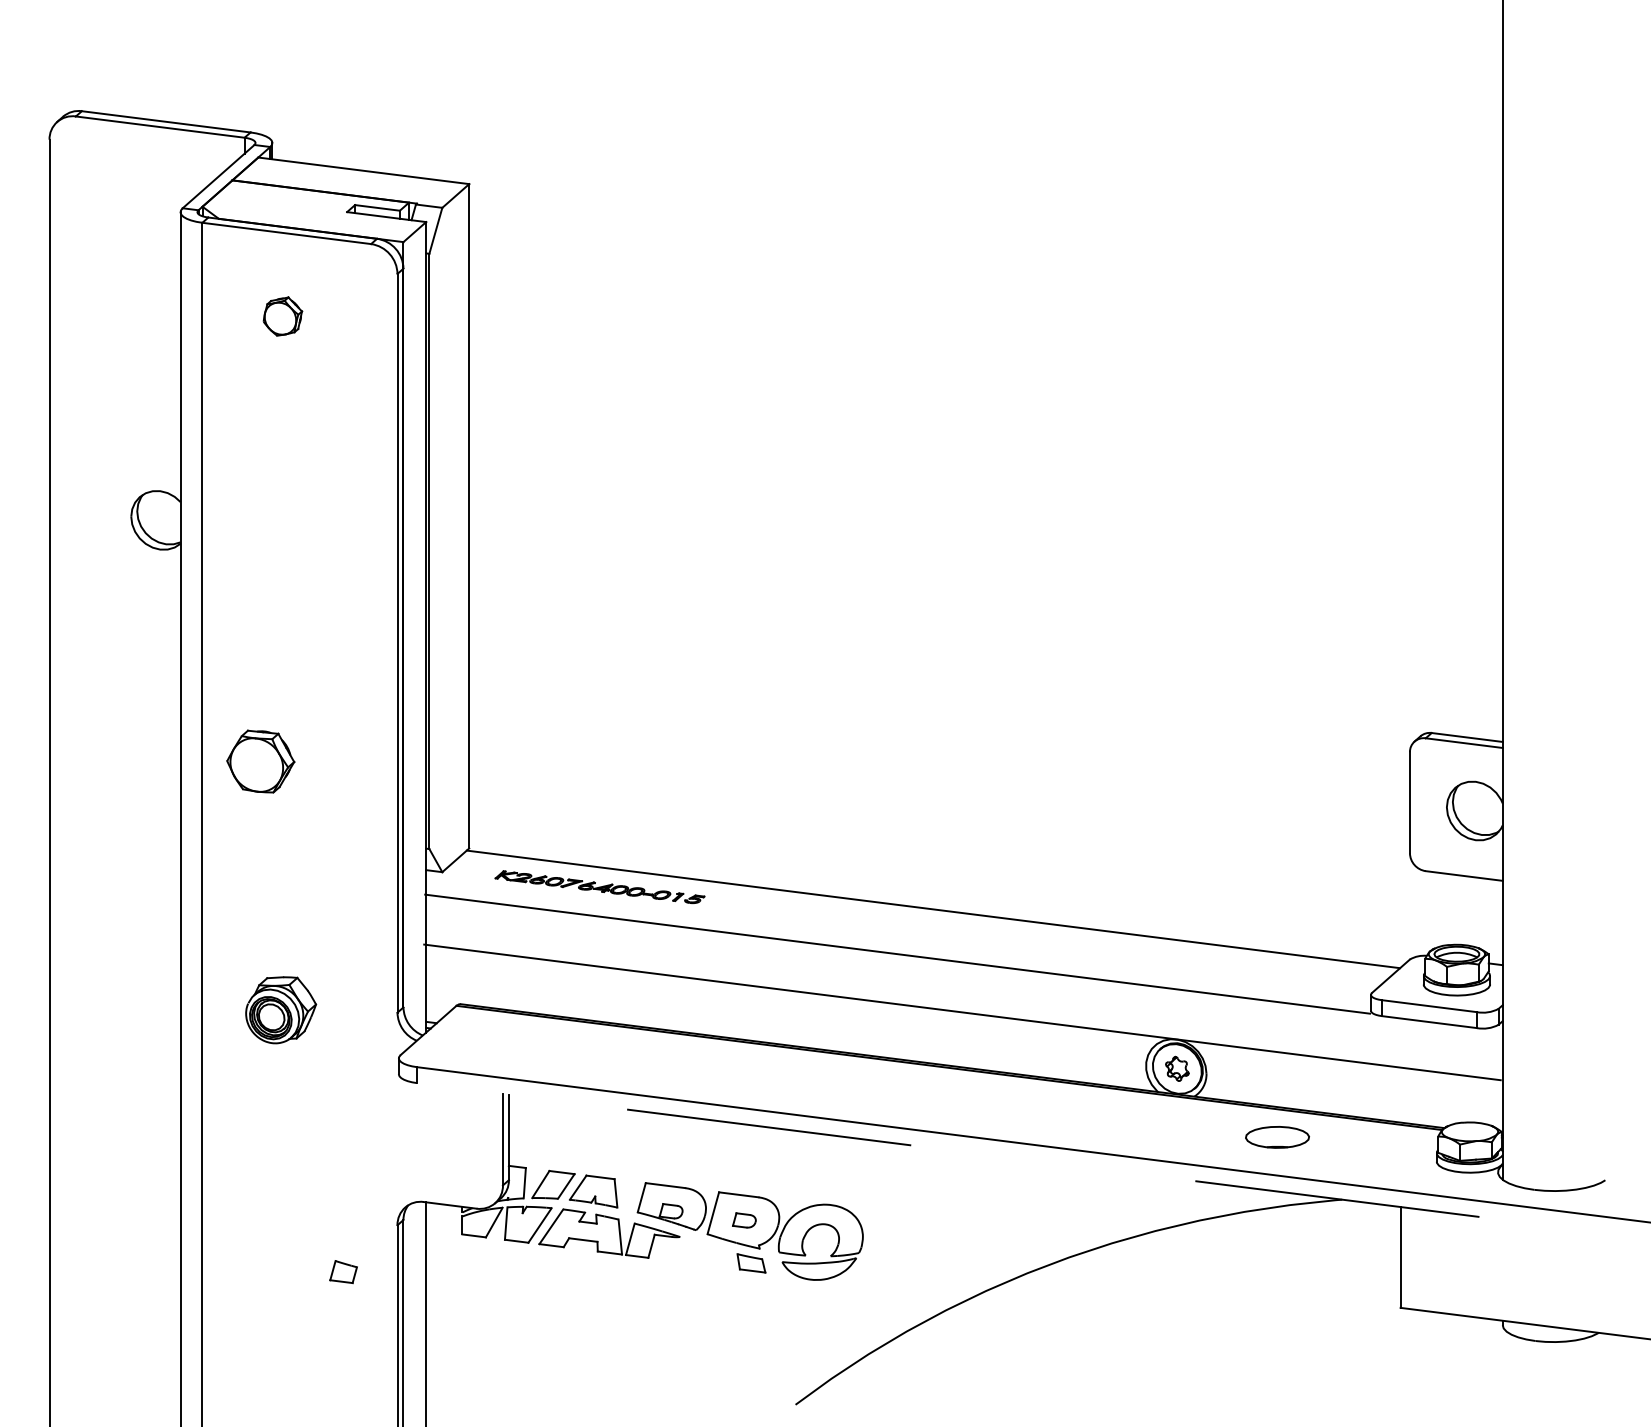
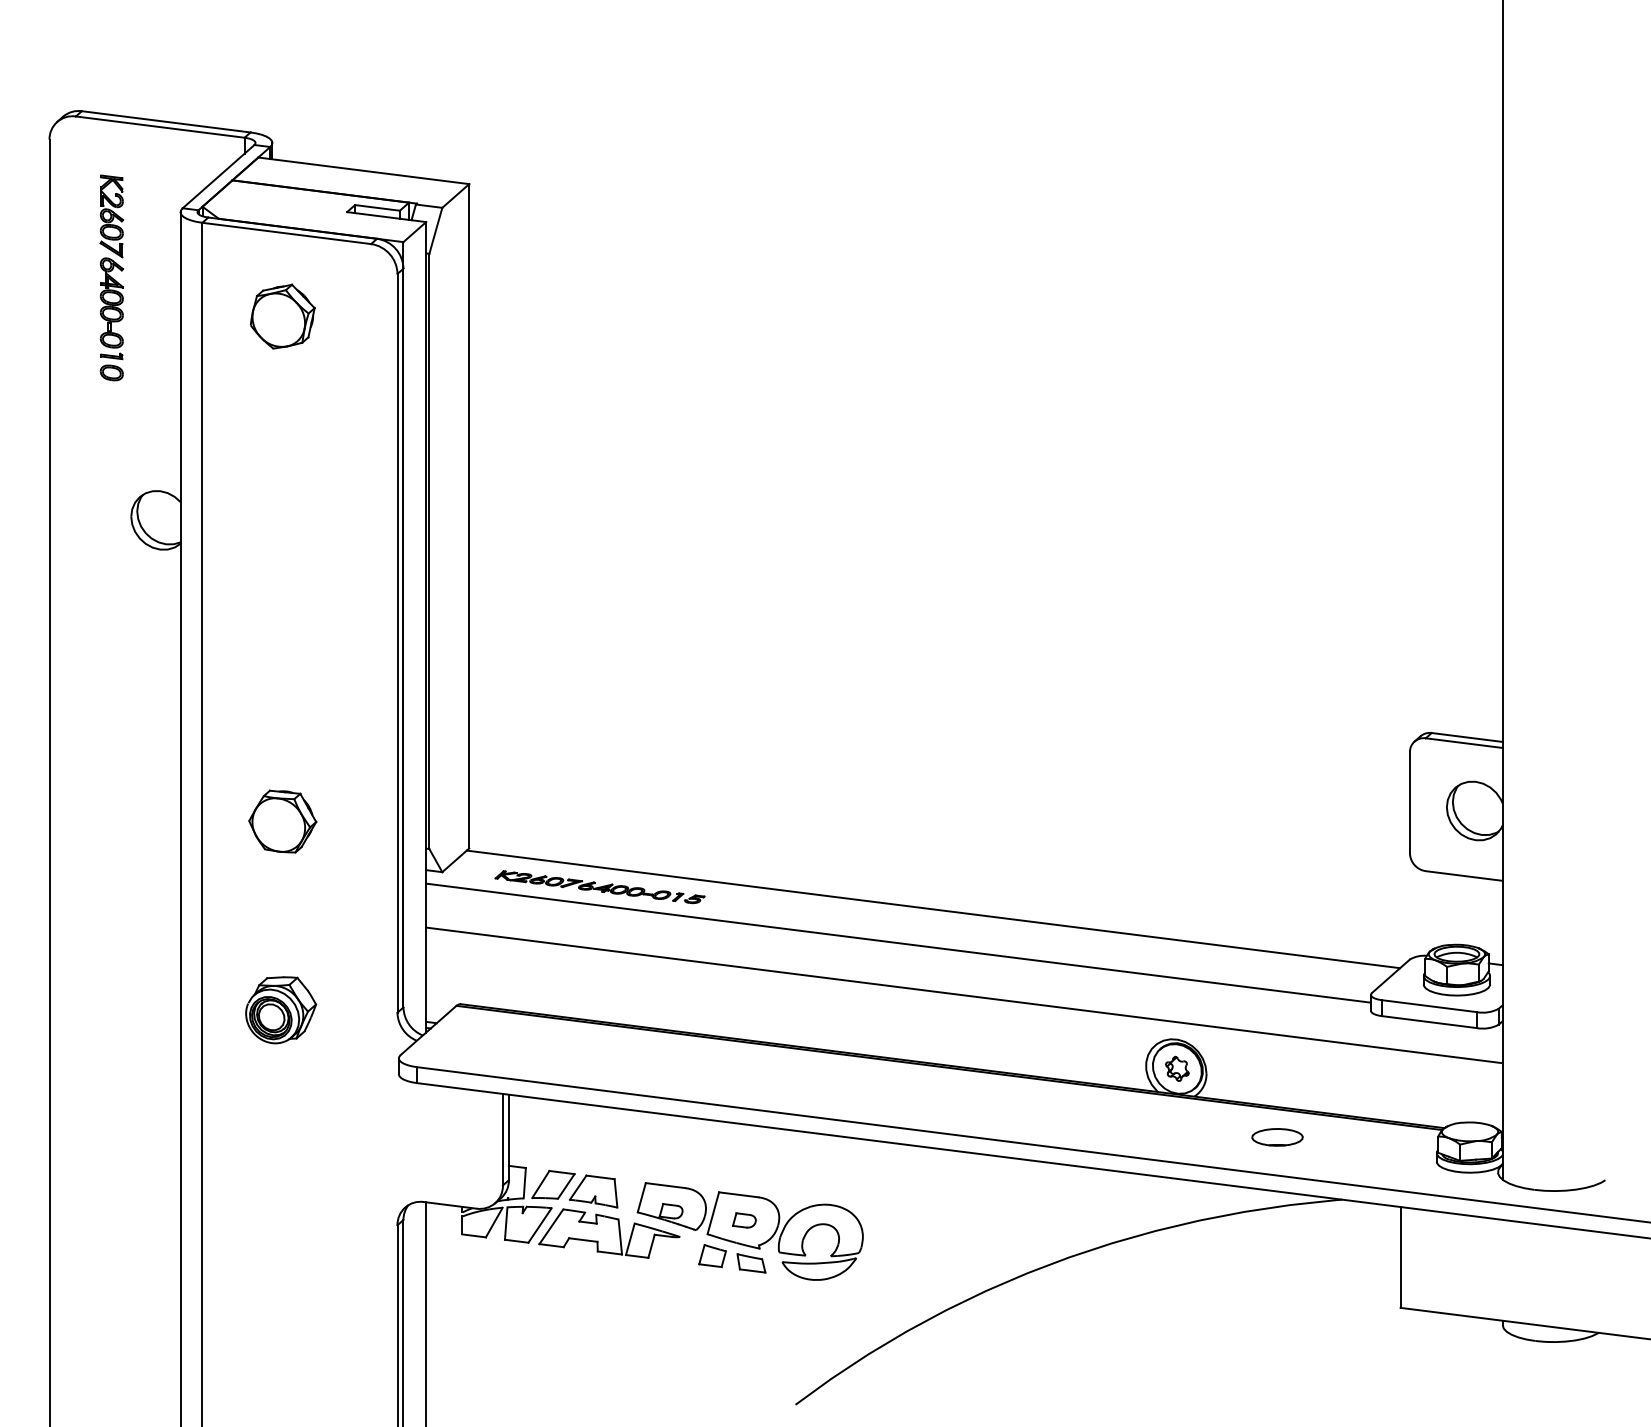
part at (111, 277): none -> present
part at (282, 316) size: 42x41 px -> 66x67 px
part at (260, 761) position: (260, 761) -> (282, 821)
line at (897, 953) position: (897, 953) -> (898, 942)
line at (962, 1012) position: (962, 1012) -> (964, 995)
part at (1277, 1137) size: 65x23 px -> 53x19 px
line at (1033, 1160): dashed -> solid
part at (343, 1272) position: (343, 1272) -> (712, 1256)
